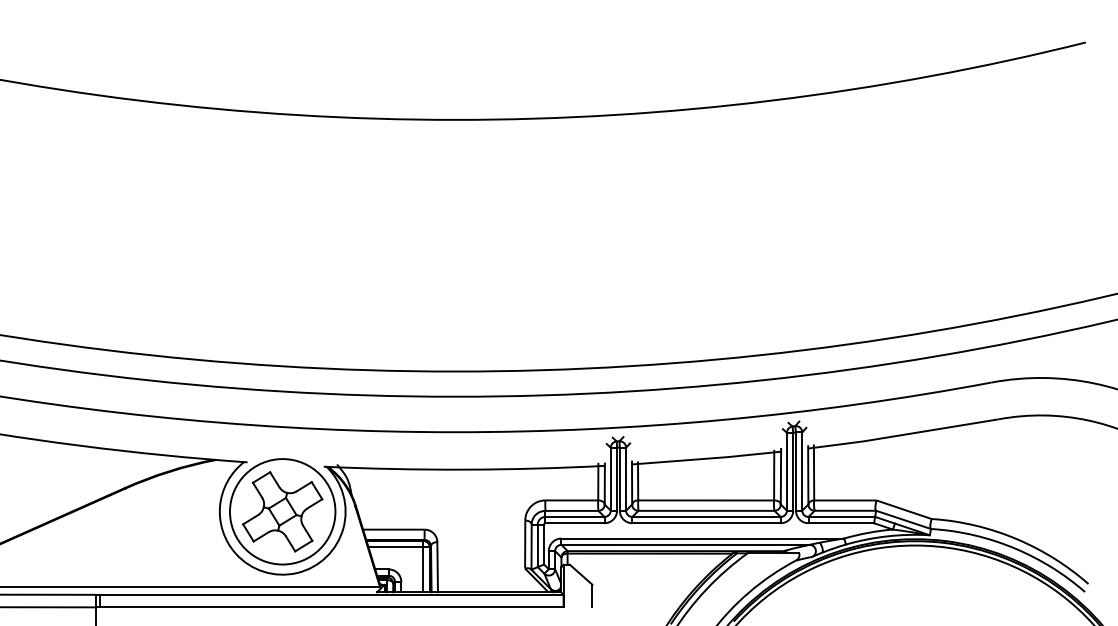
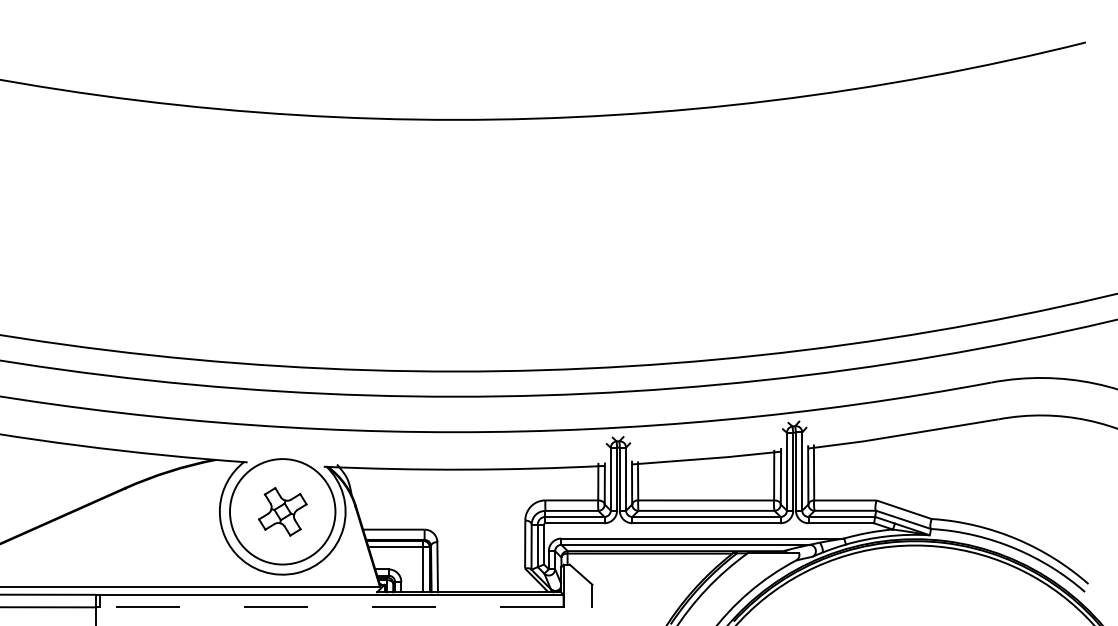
part at (282, 511) size: 82x82 px -> 50x50 px
line at (331, 607): solid -> dashed
